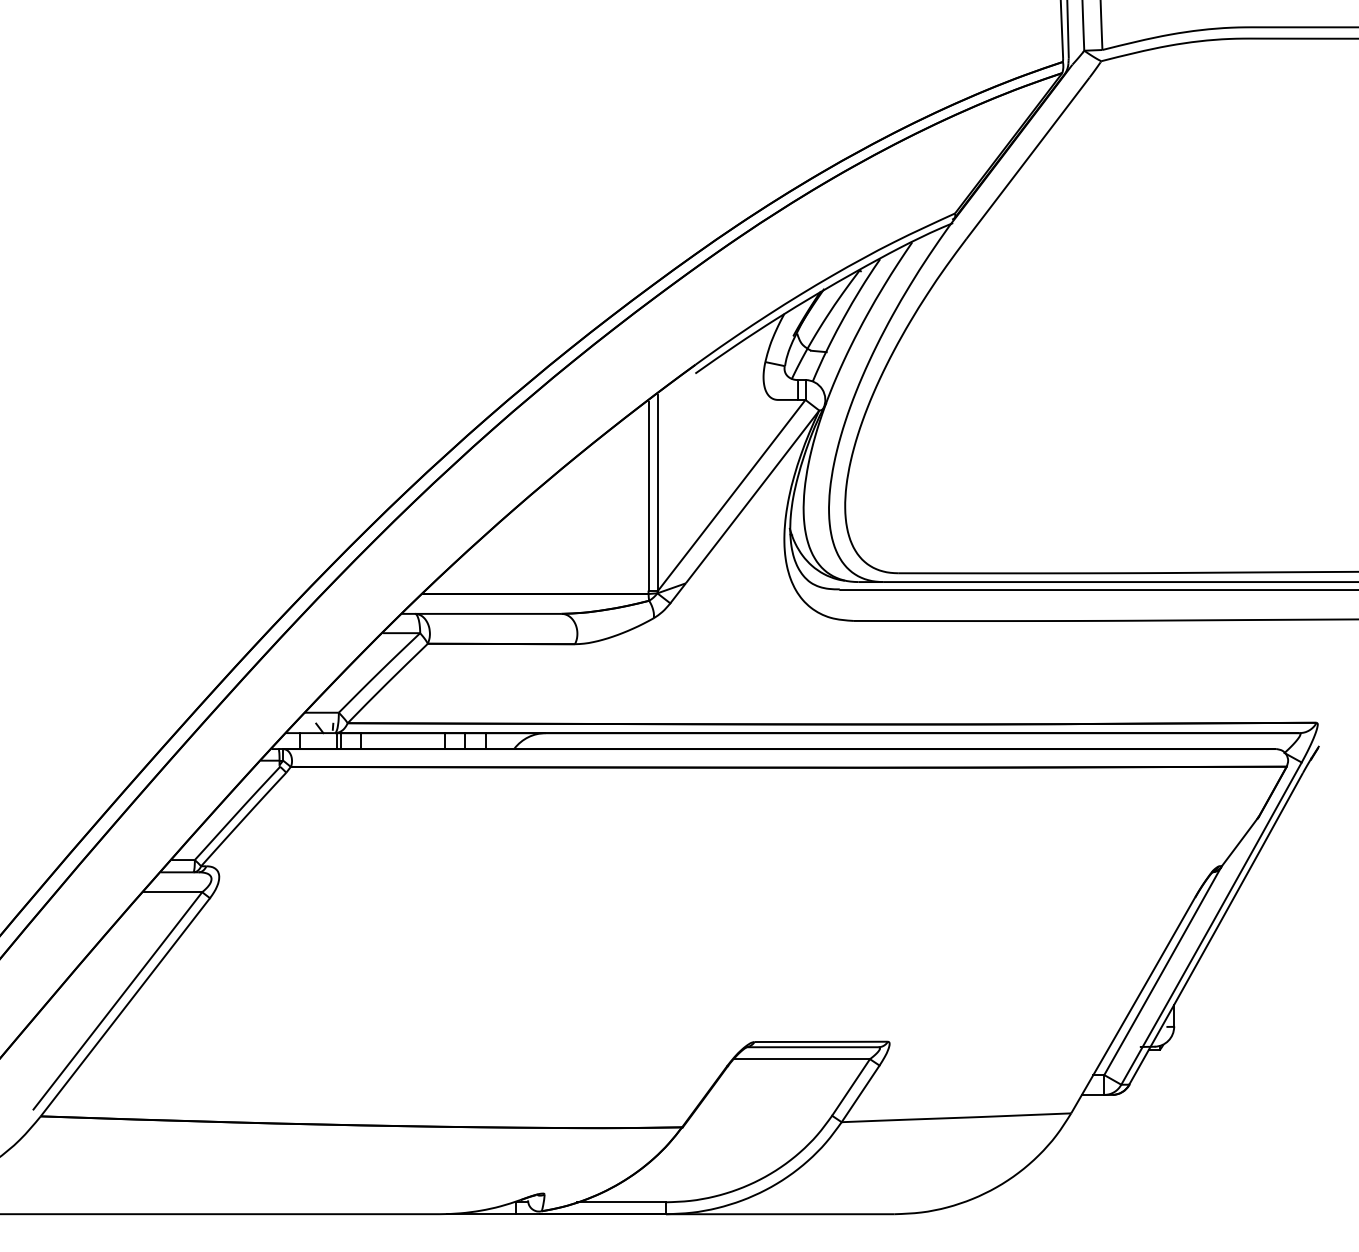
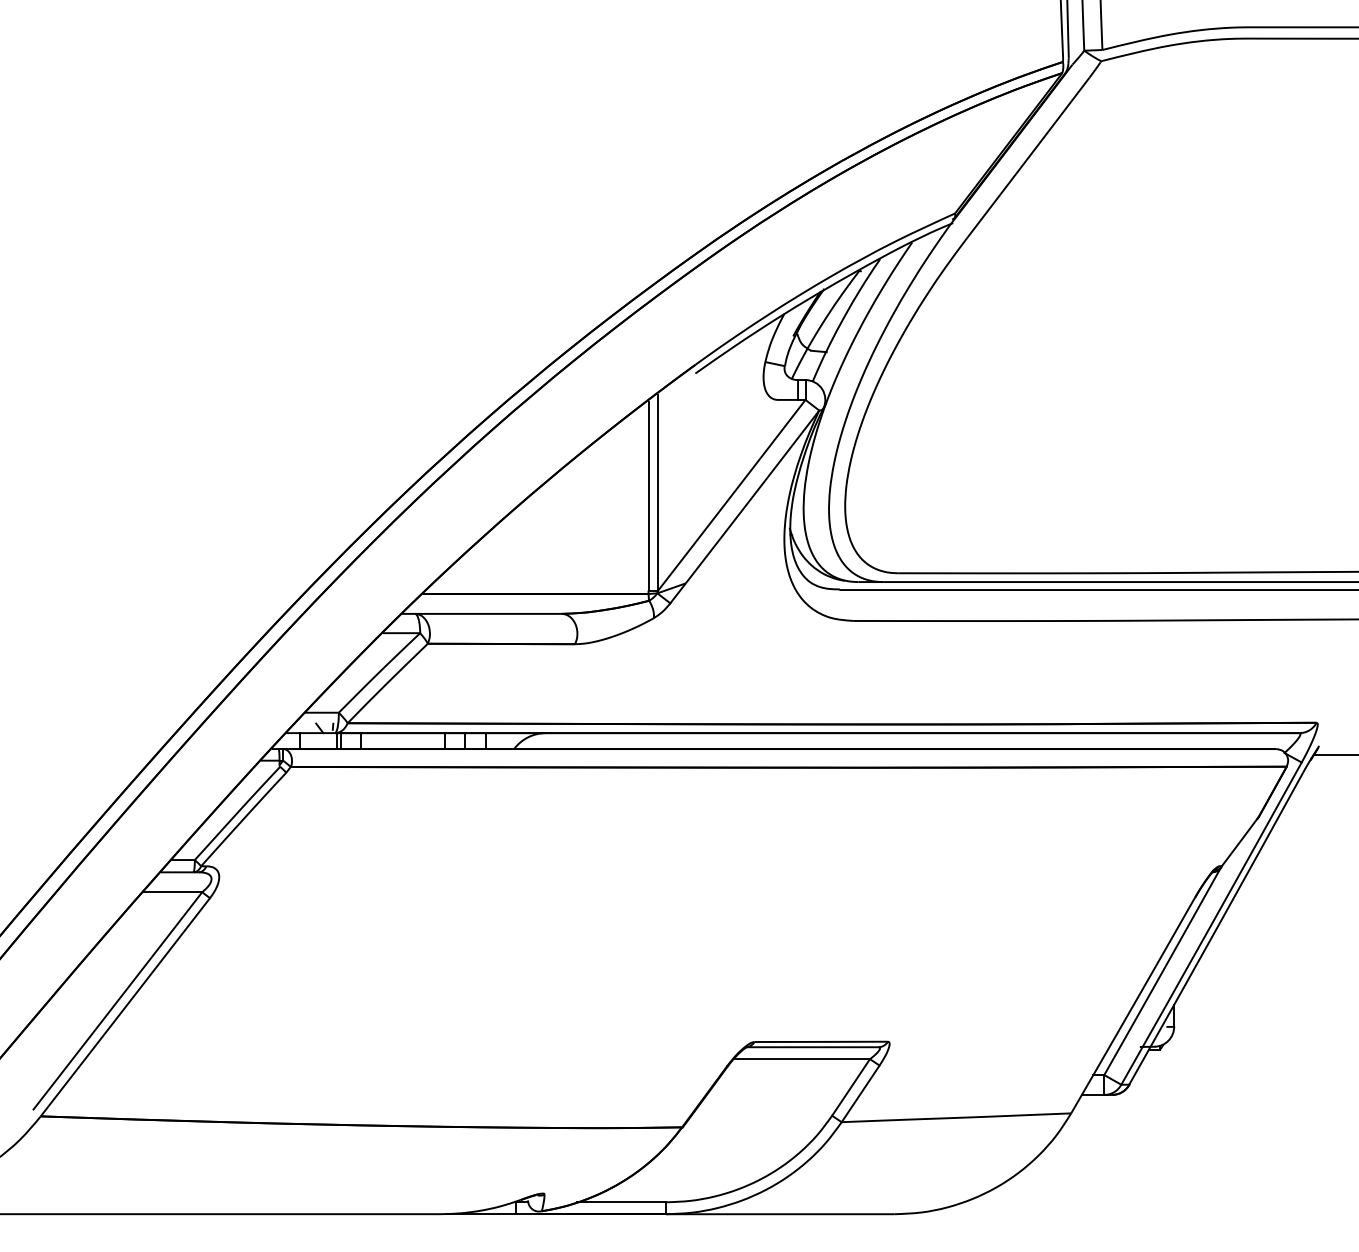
line at (1334, 754): none -> present
